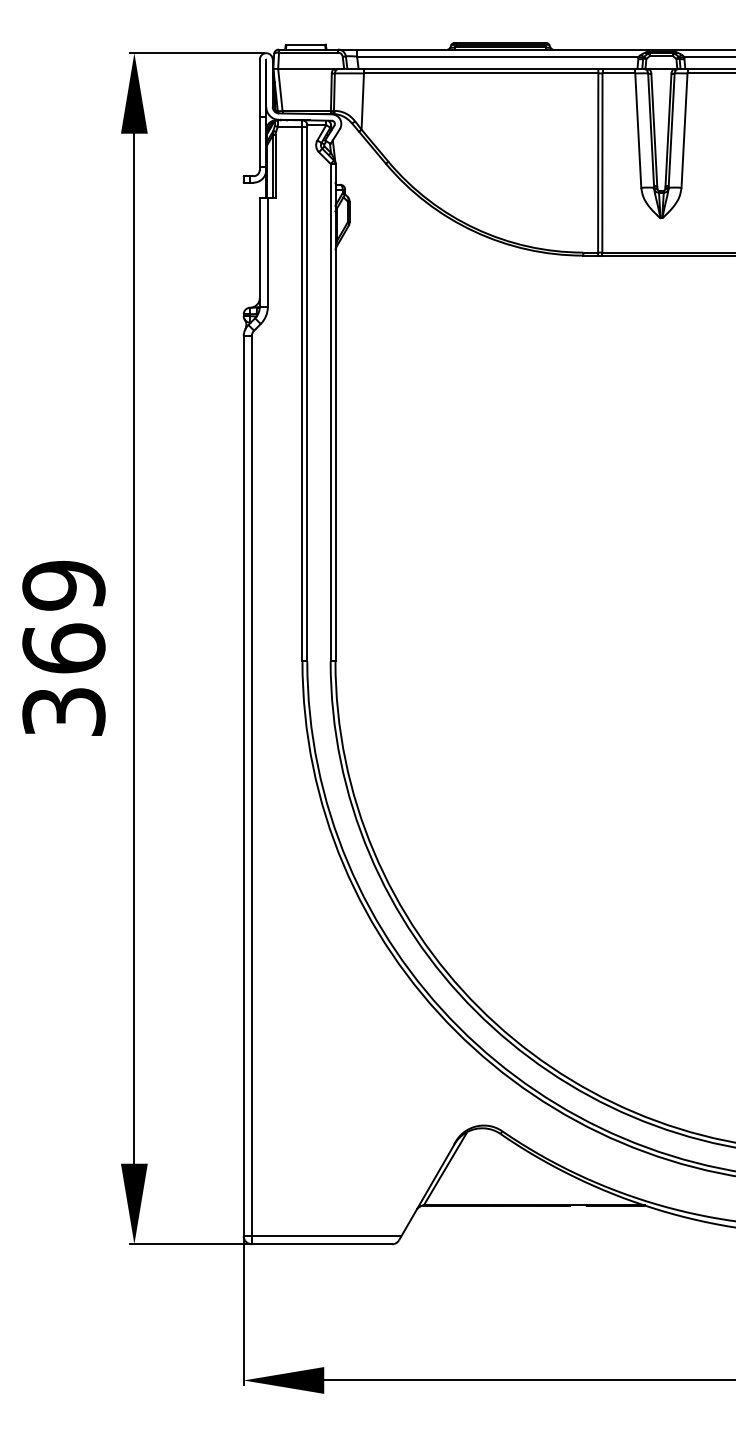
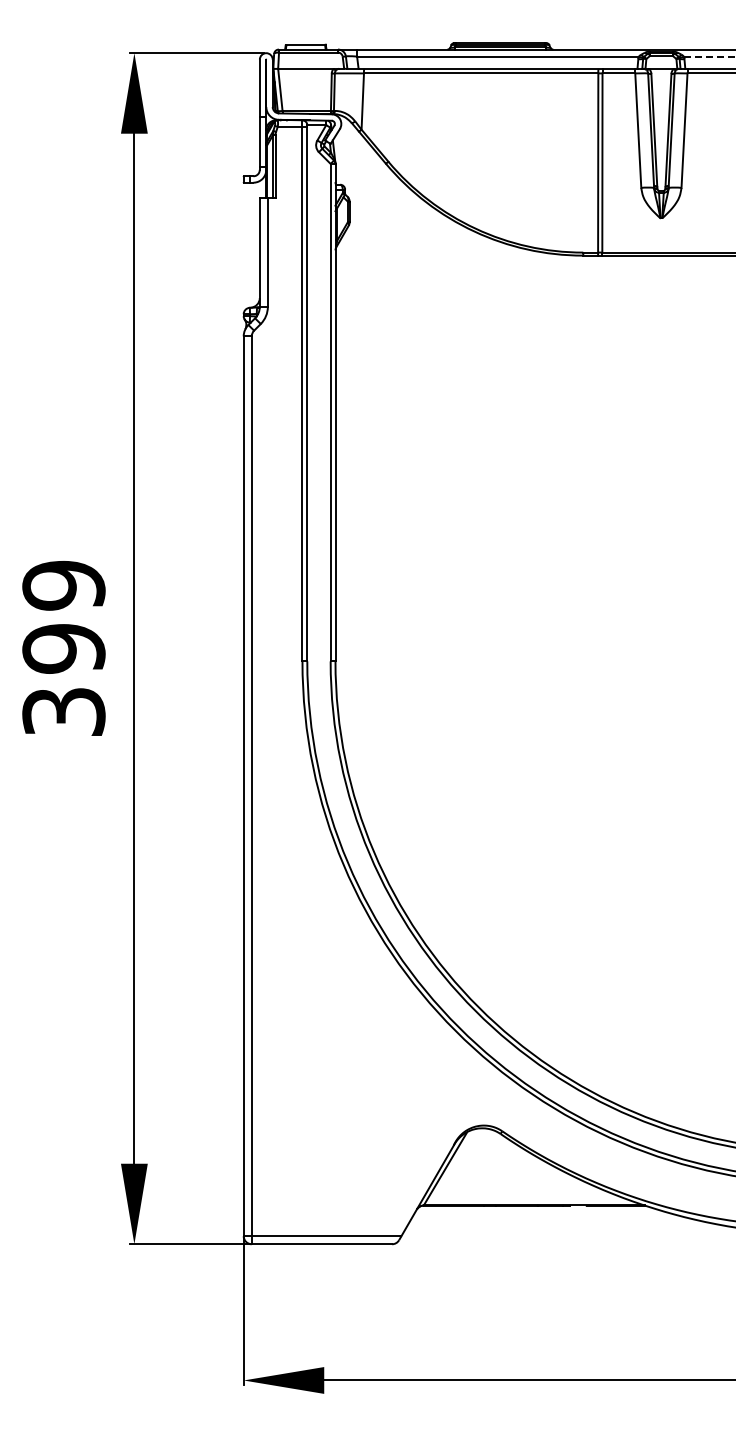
line at (709, 56): solid -> dashed
text at (63, 648): 369 -> 399
